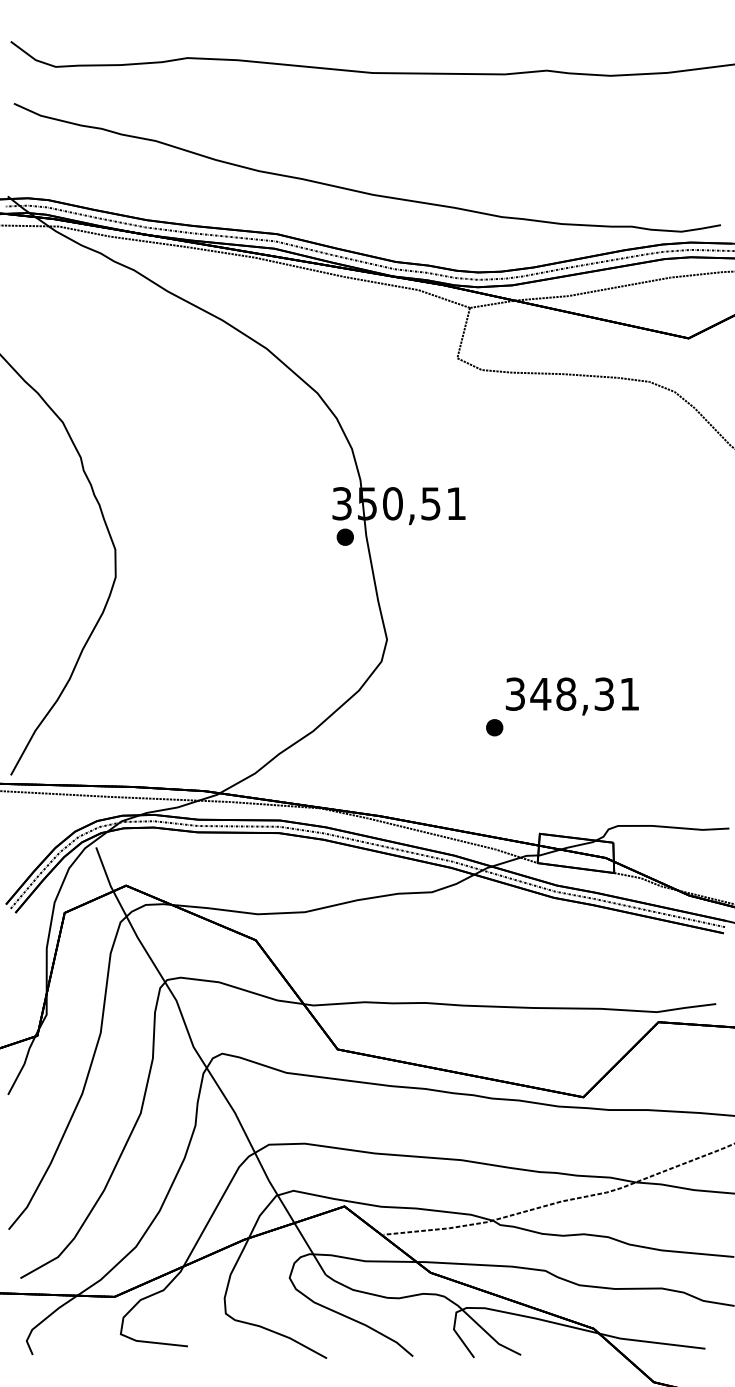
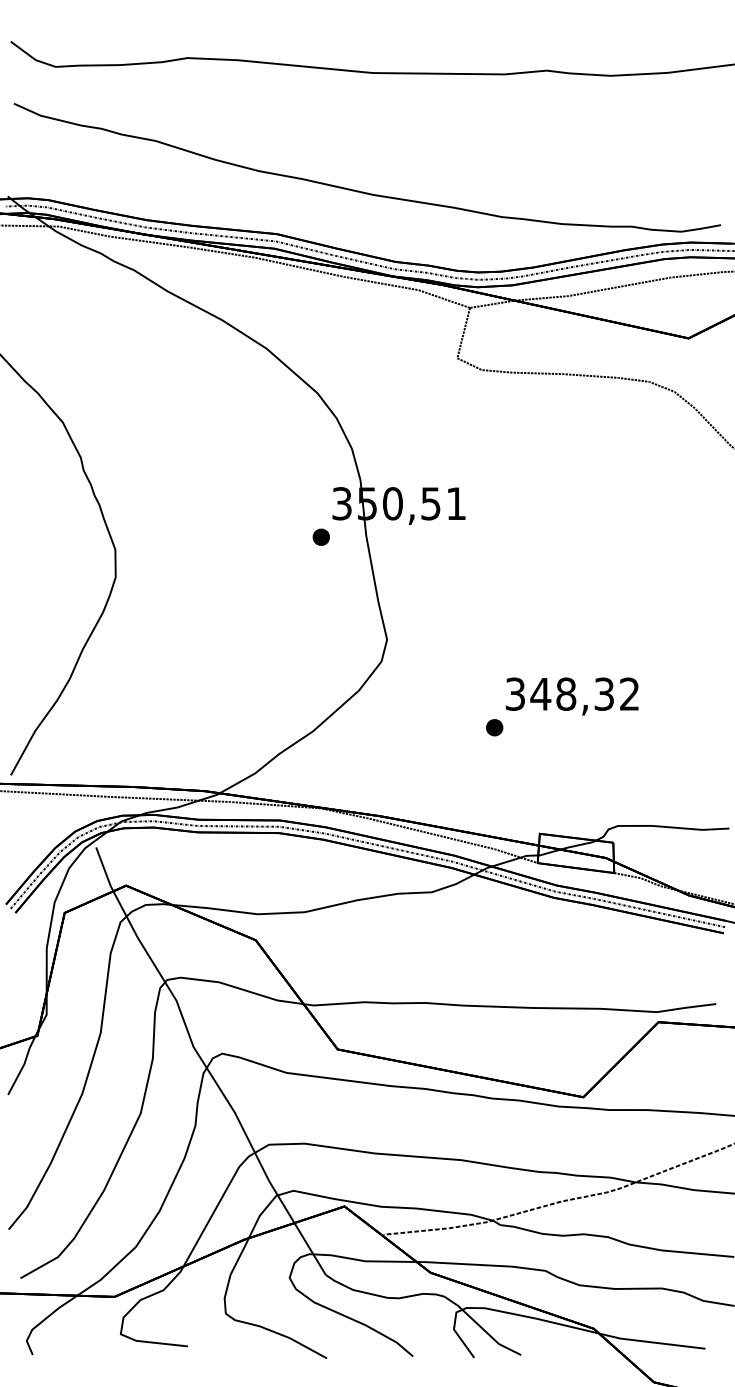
part at (344, 536) position: (344, 536) -> (320, 536)
text at (629, 693): 348,31 -> 348,32
